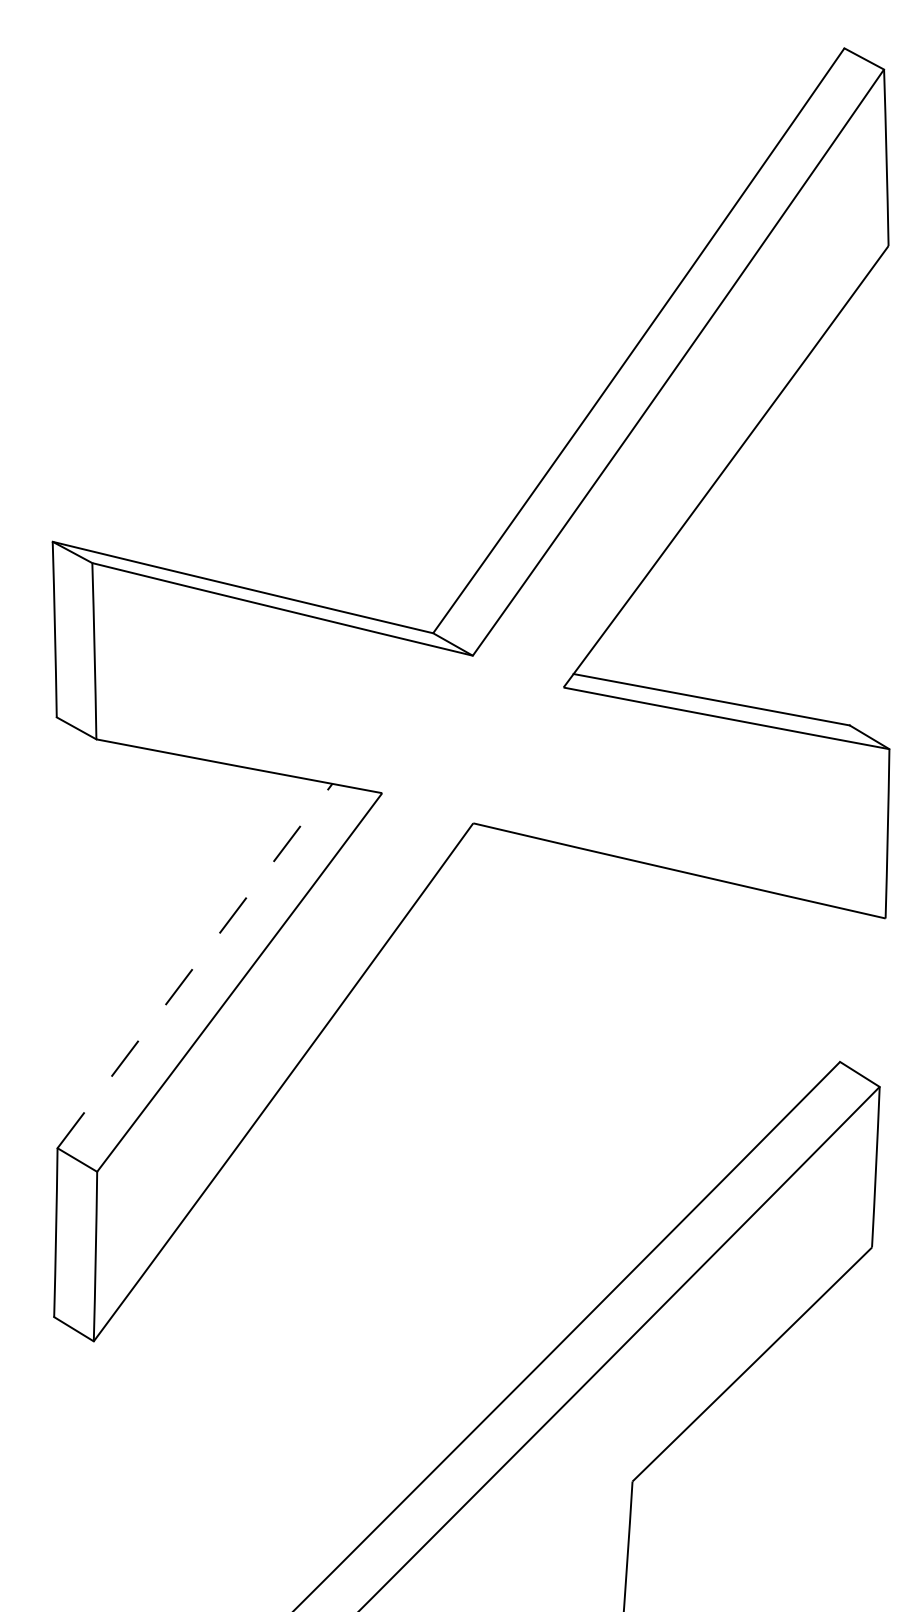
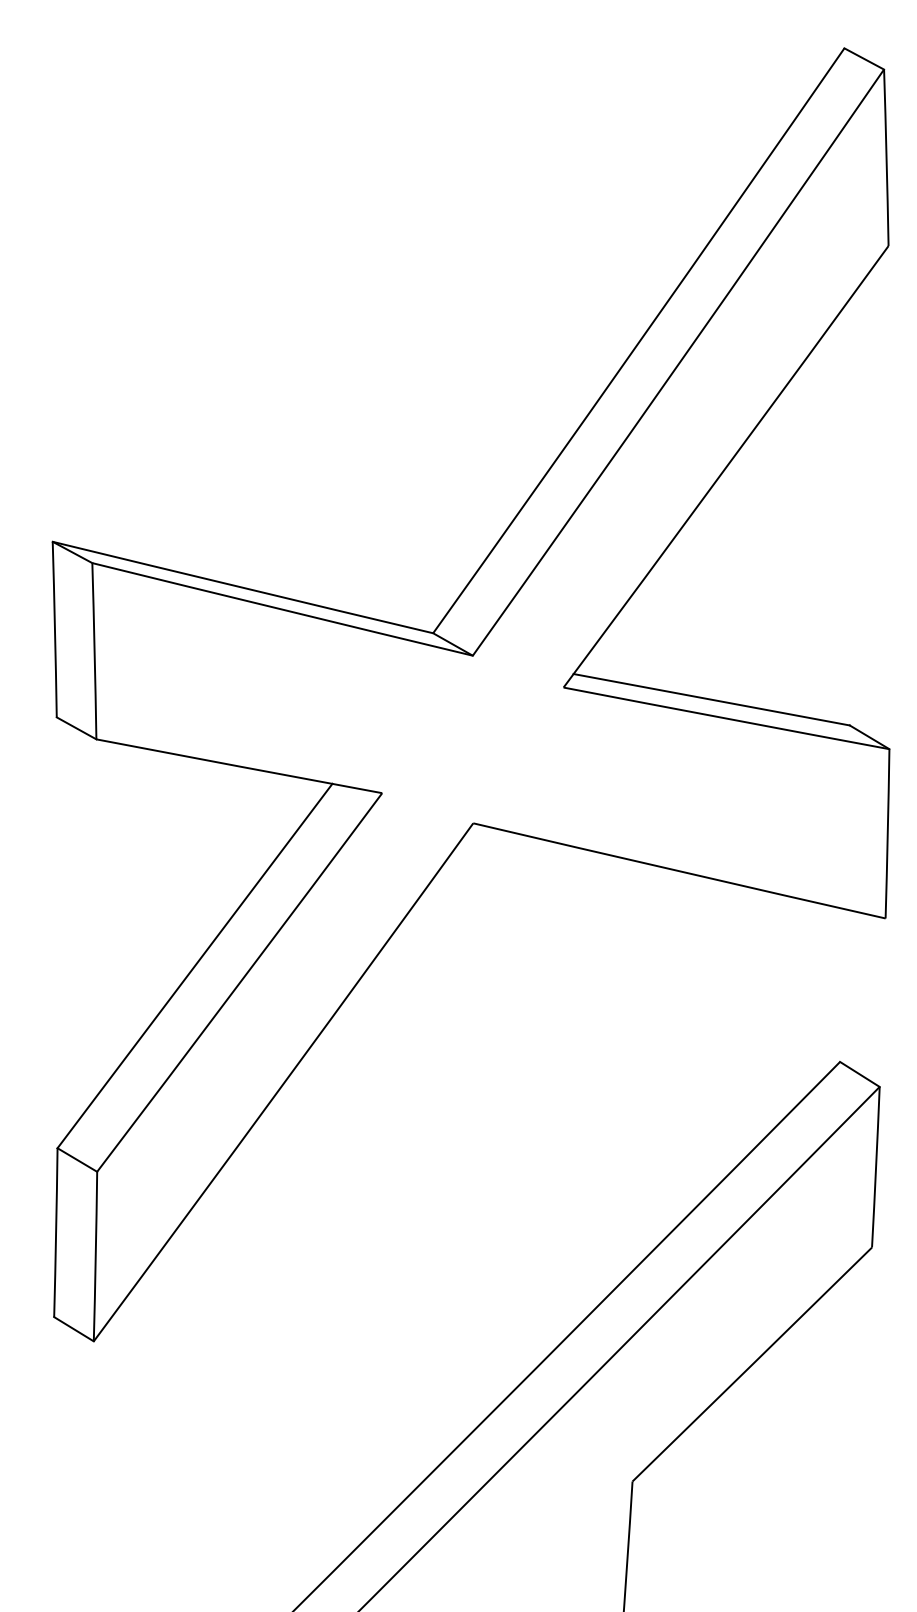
line at (195, 965): dashed -> solid
